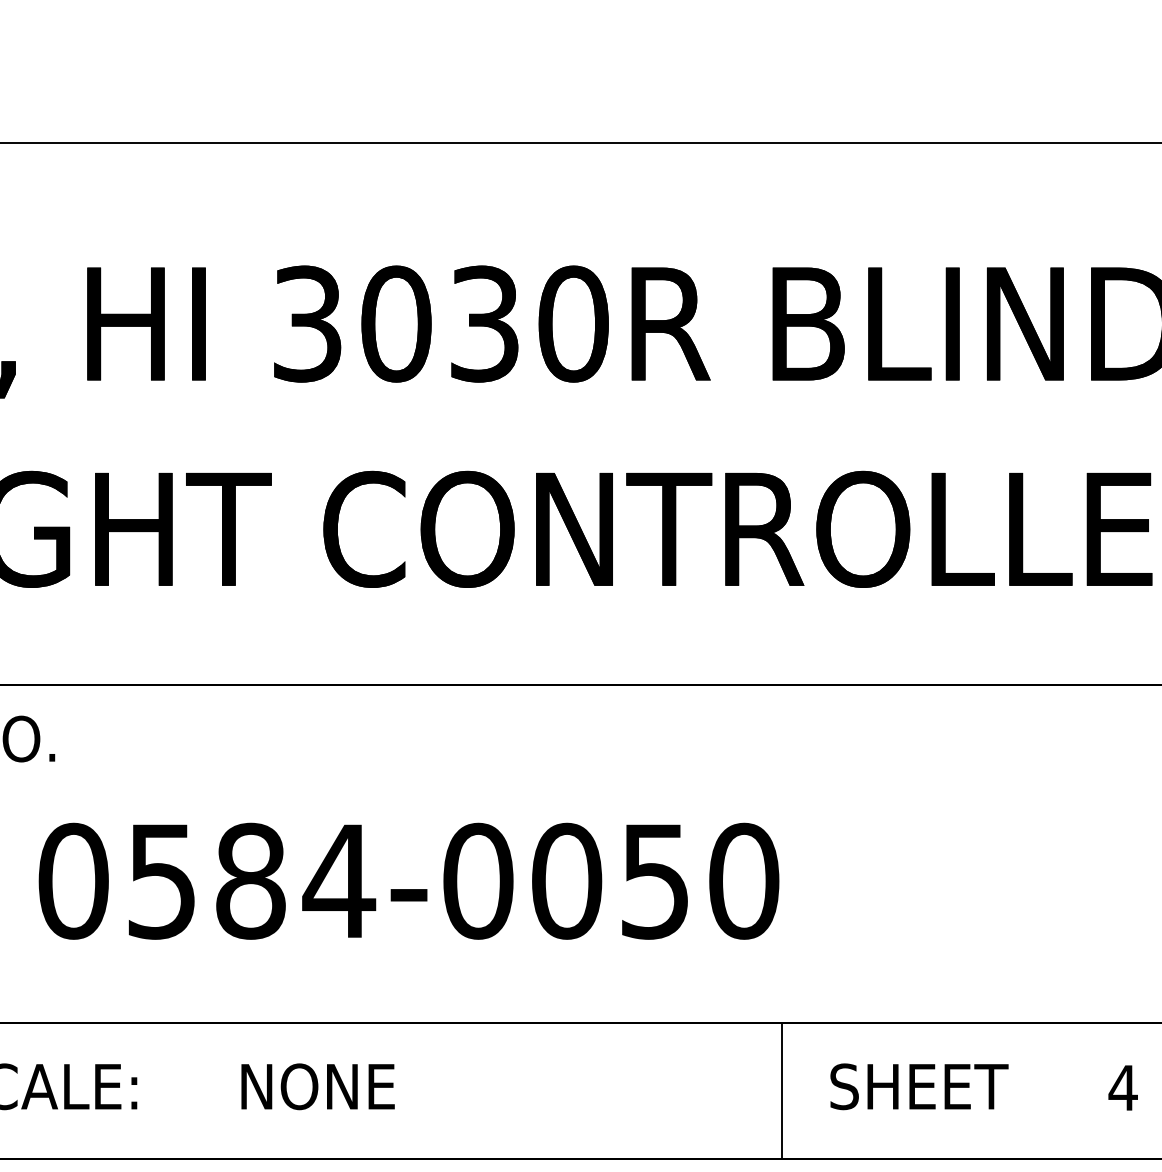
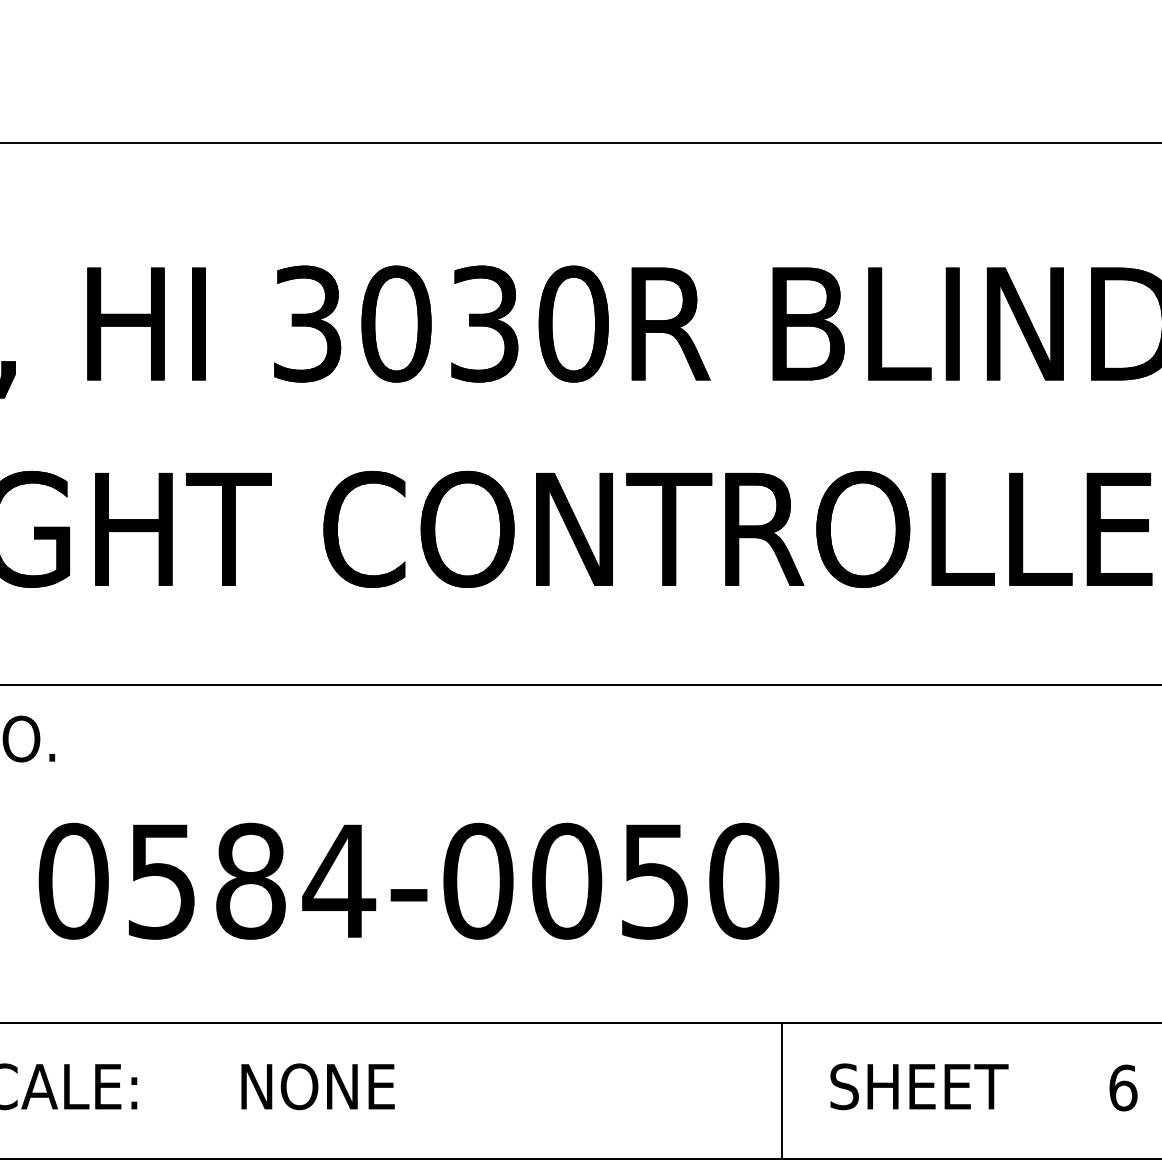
text at (1122, 1087): 4 -> 6
